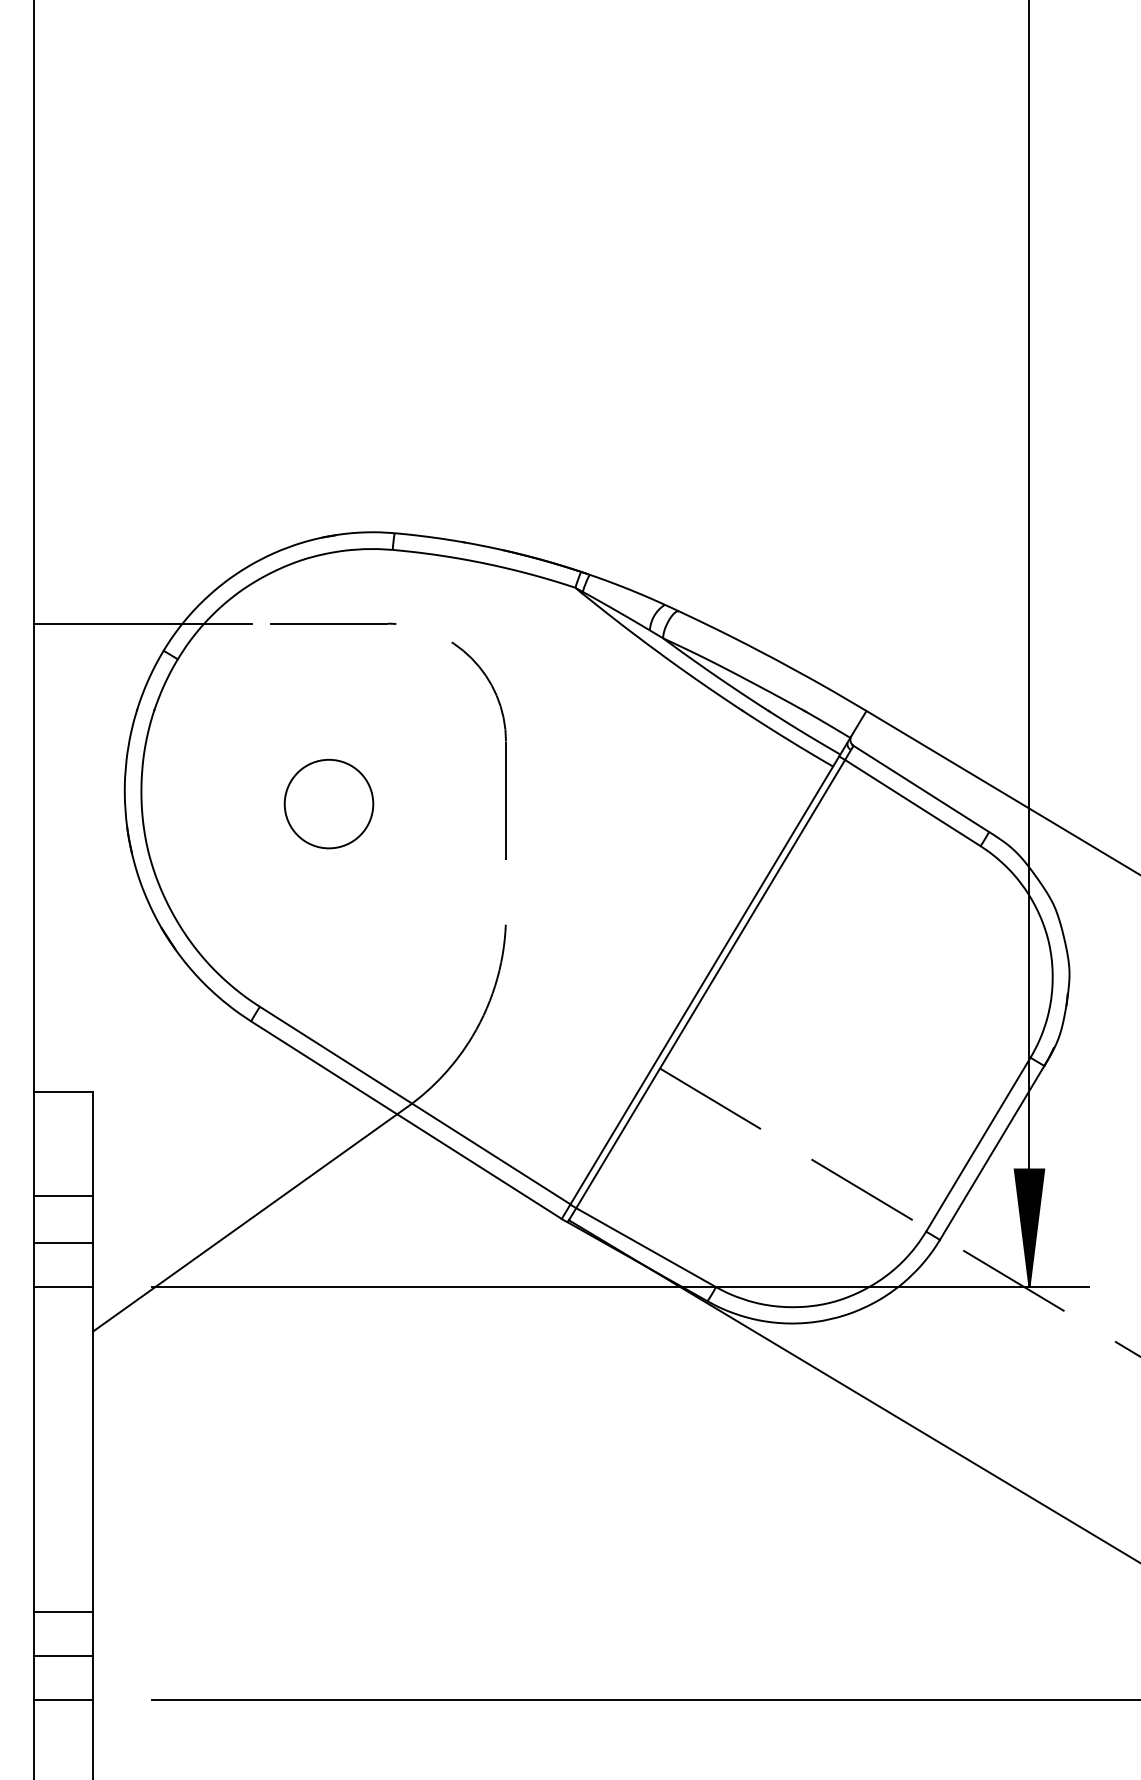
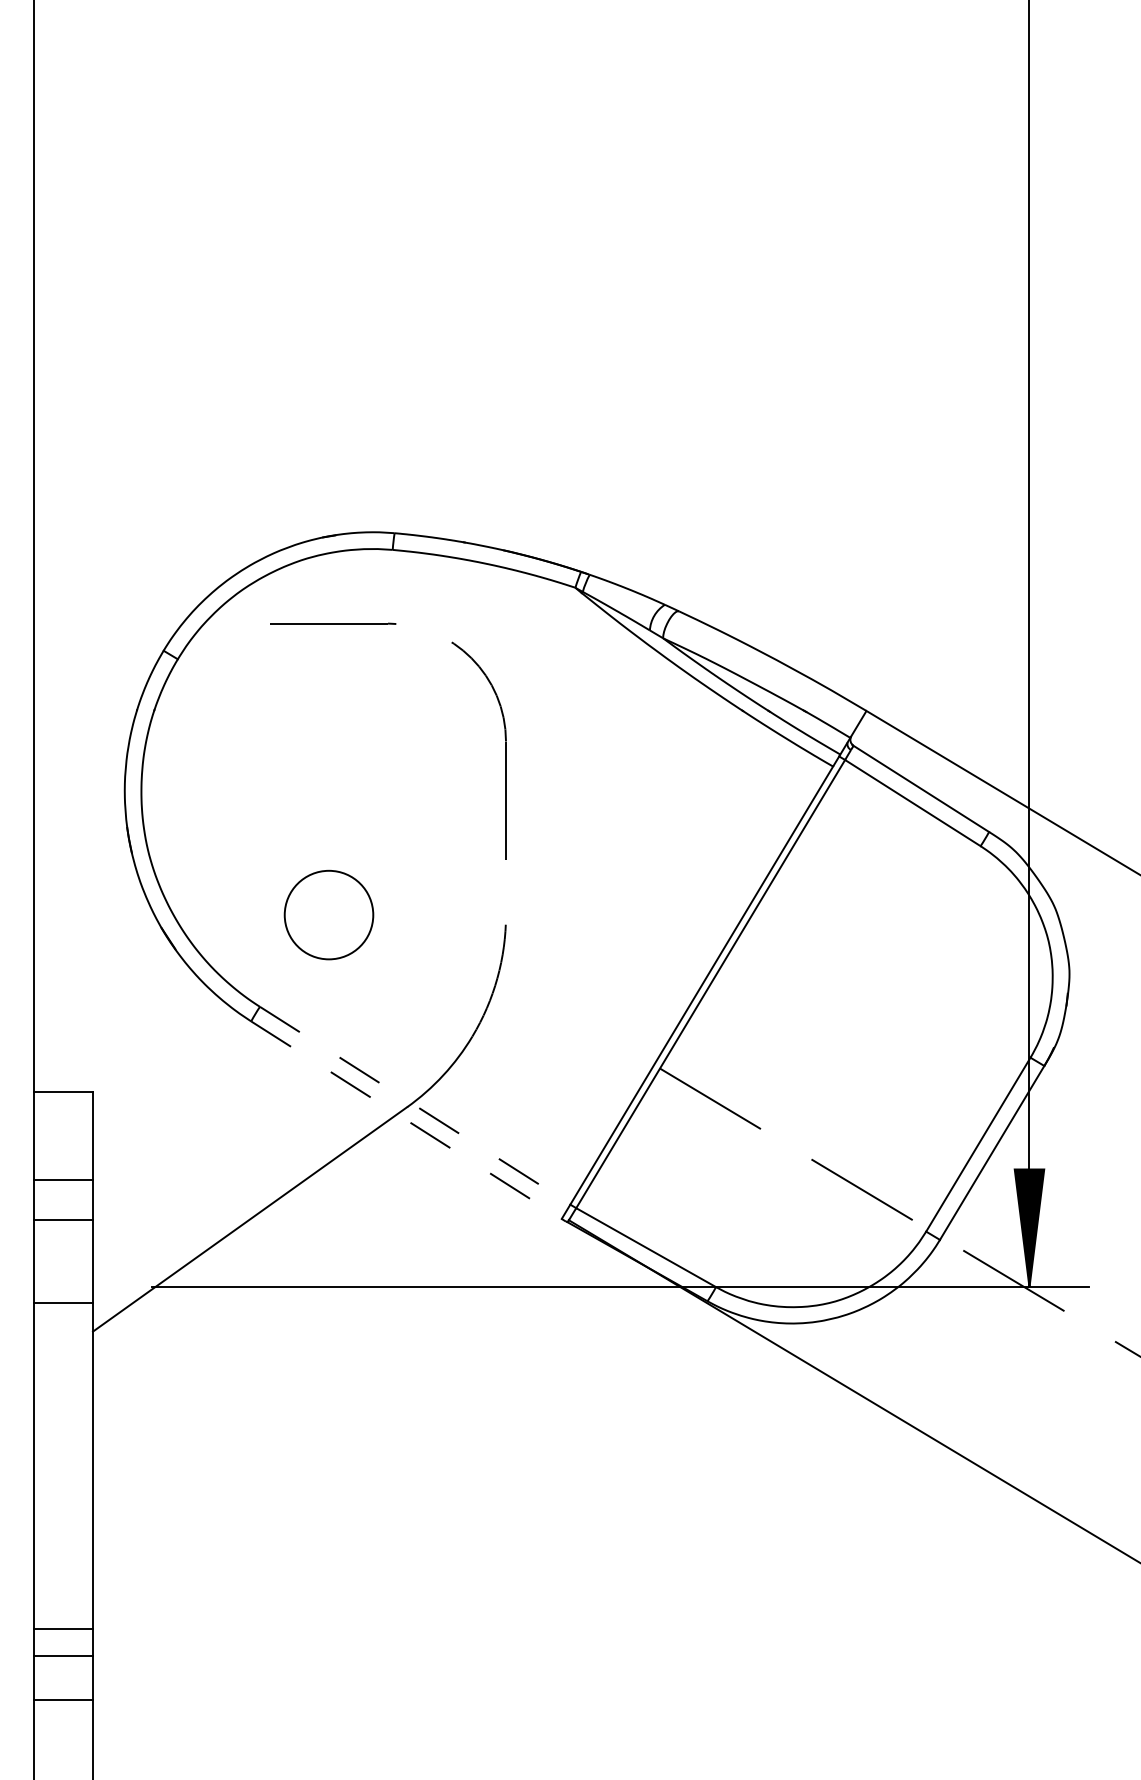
line at (143, 623): present -> none
circle at (328, 803) position: (328, 803) -> (328, 914)
line at (415, 1105): solid -> dashed
line at (406, 1120): solid -> dashed
line at (63, 1196) position: (63, 1196) -> (63, 1180)
line at (63, 1243) position: (63, 1243) -> (63, 1220)
line at (63, 1287) position: (63, 1287) -> (63, 1303)
line at (63, 1611) position: (63, 1611) -> (63, 1628)
line at (644, 1700): present -> none
